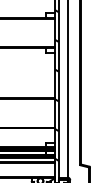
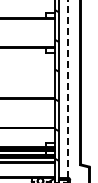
line at (67, 88): solid -> dashed
